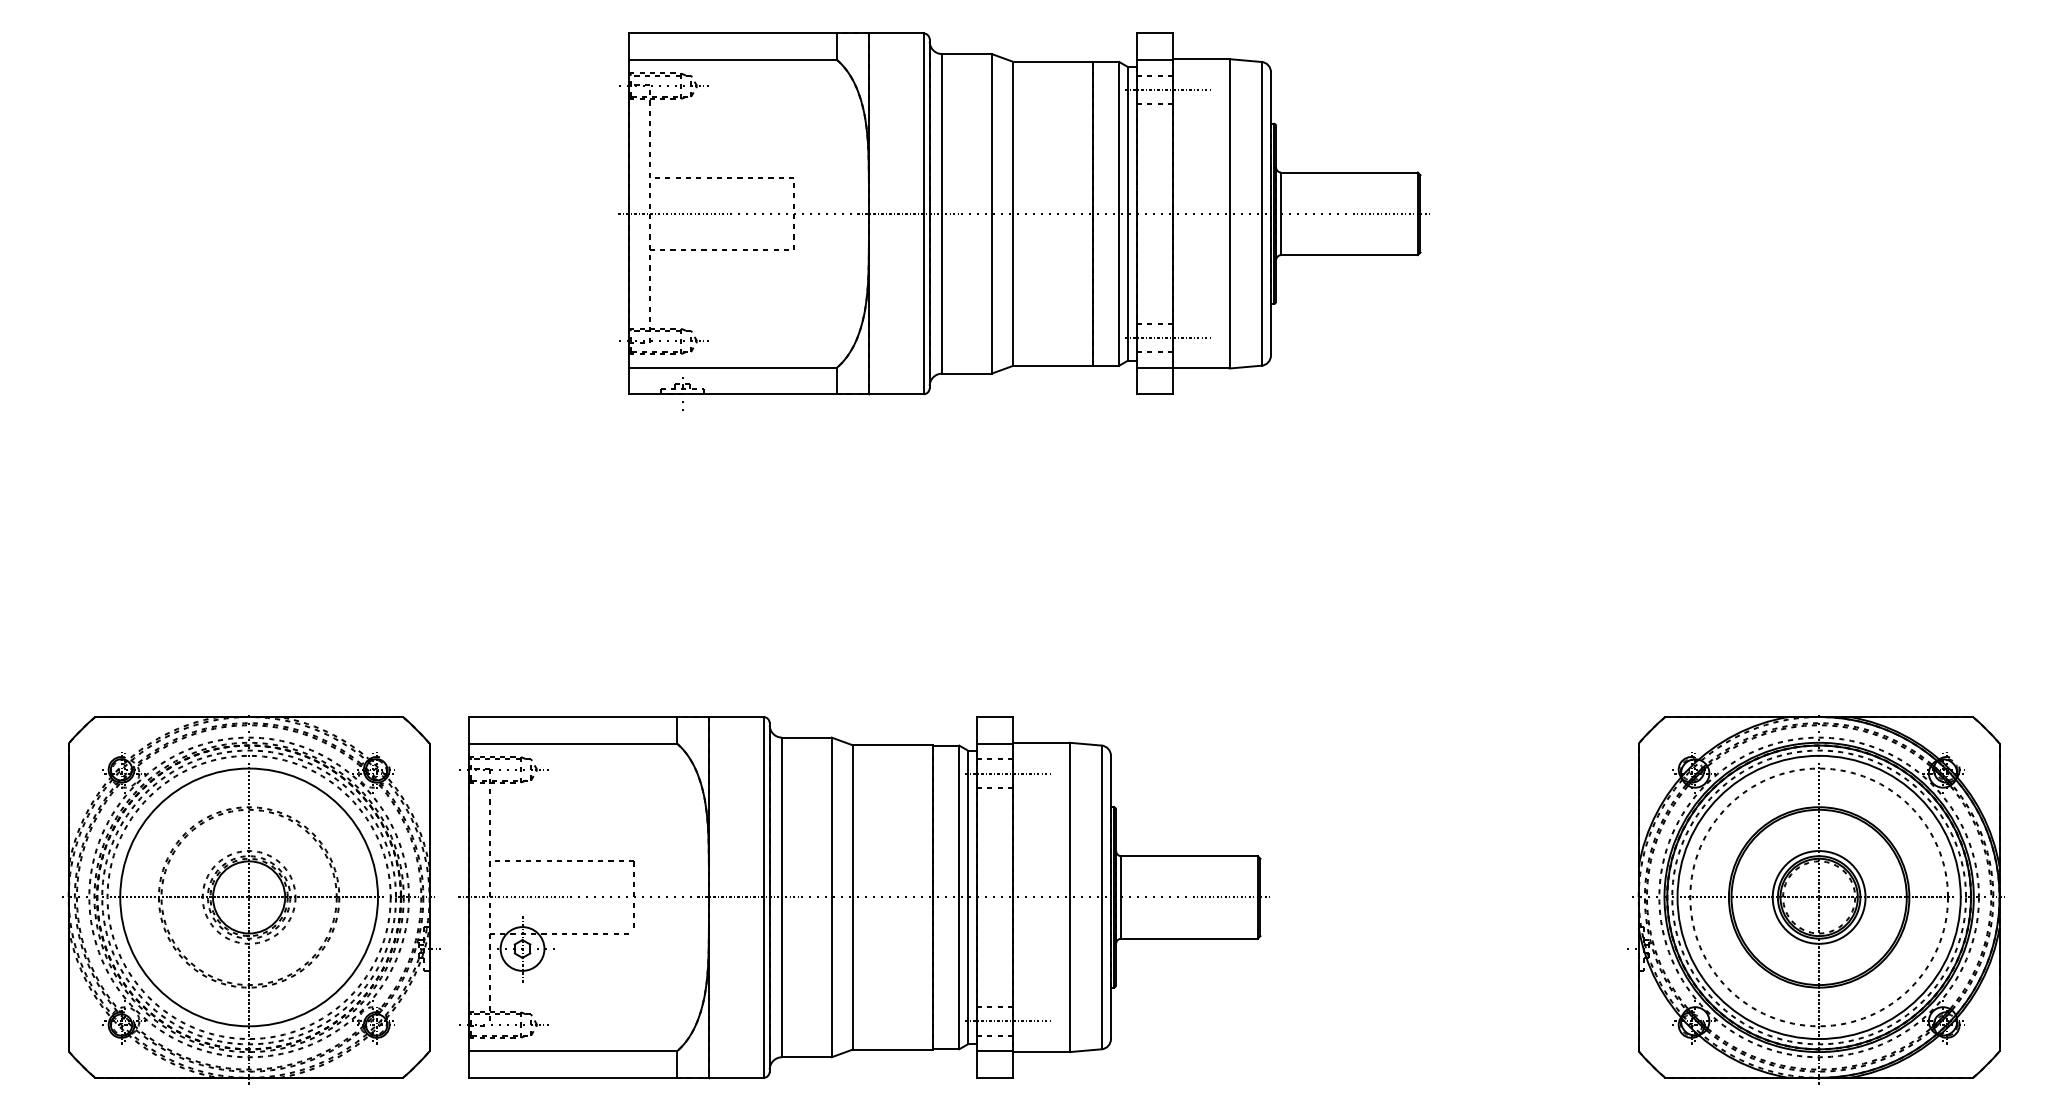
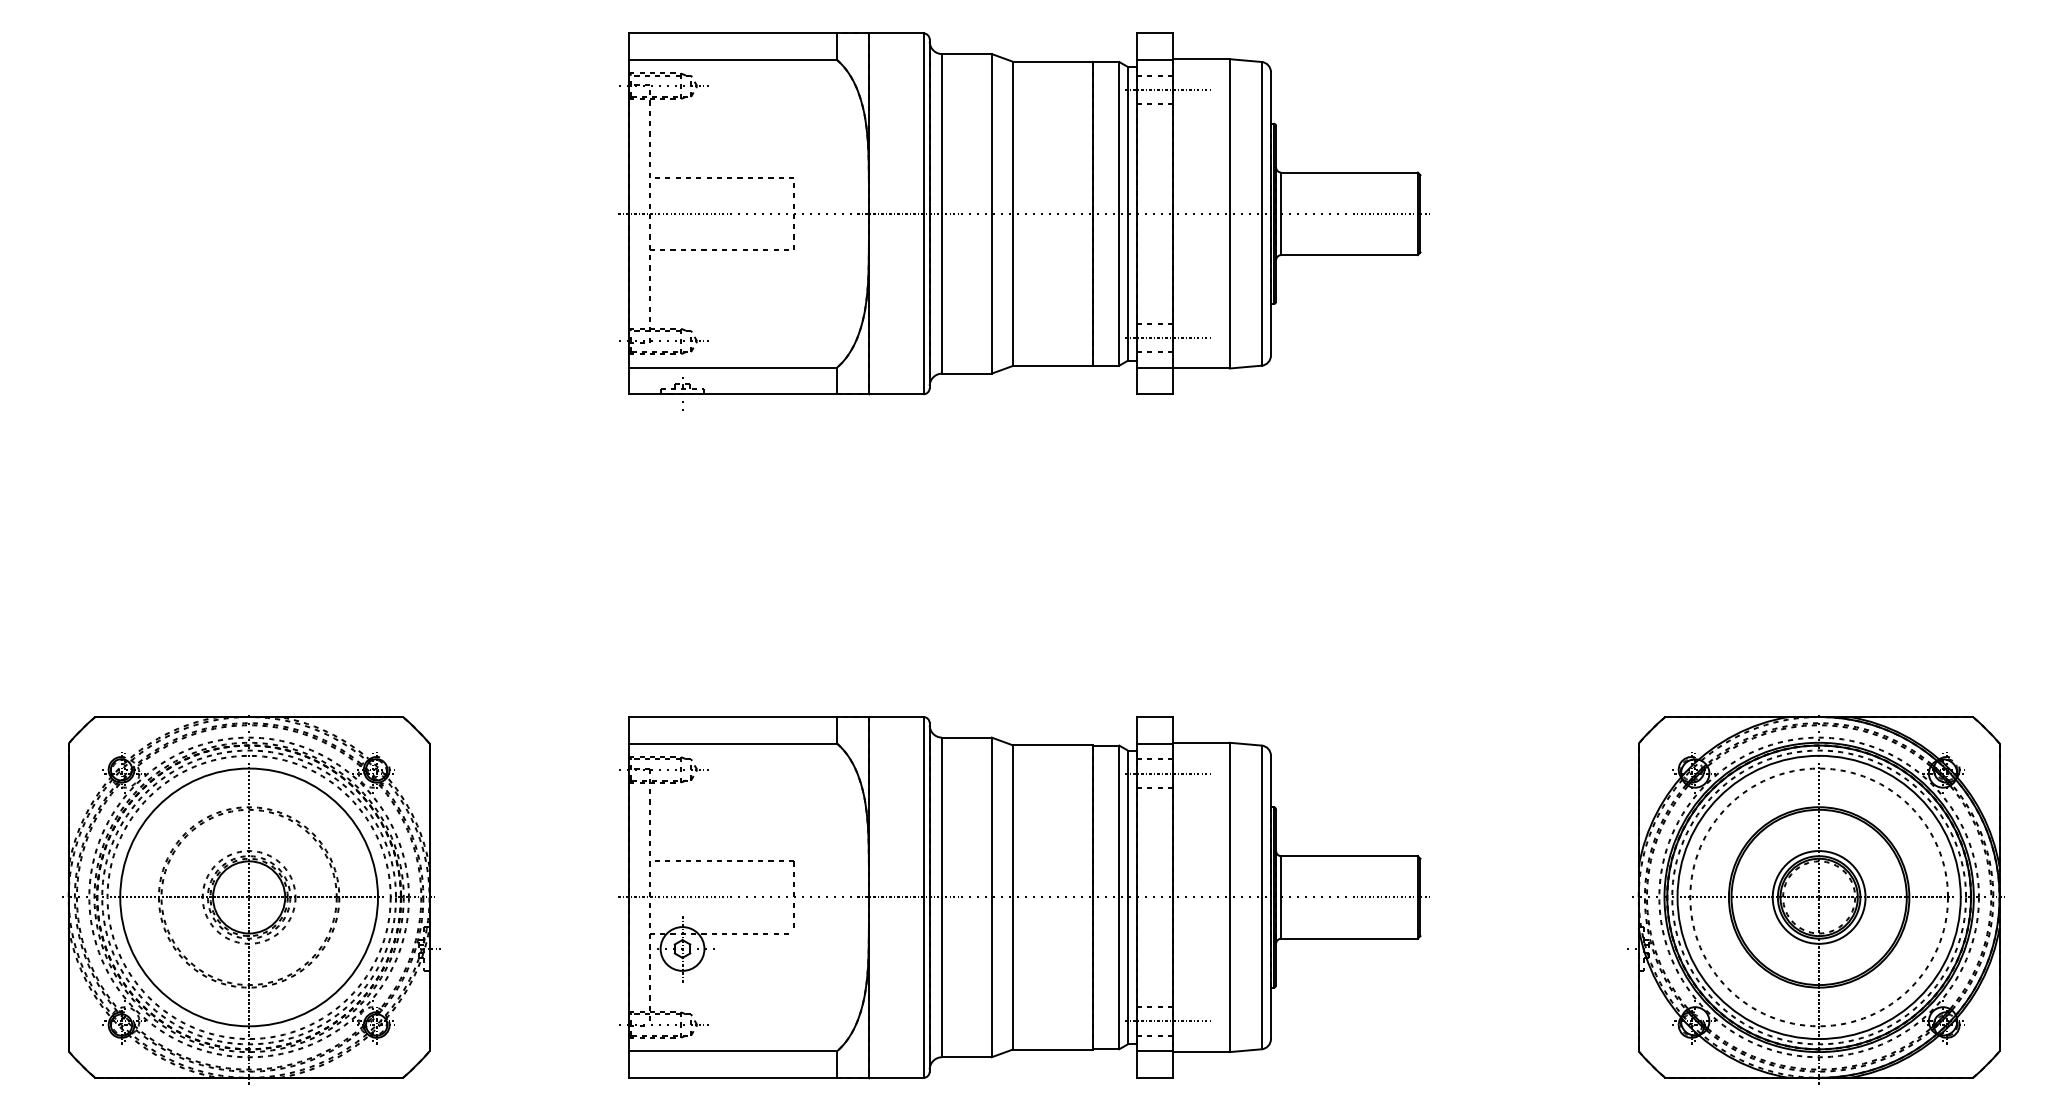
part at (863, 897) position: (863, 897) -> (1023, 897)
